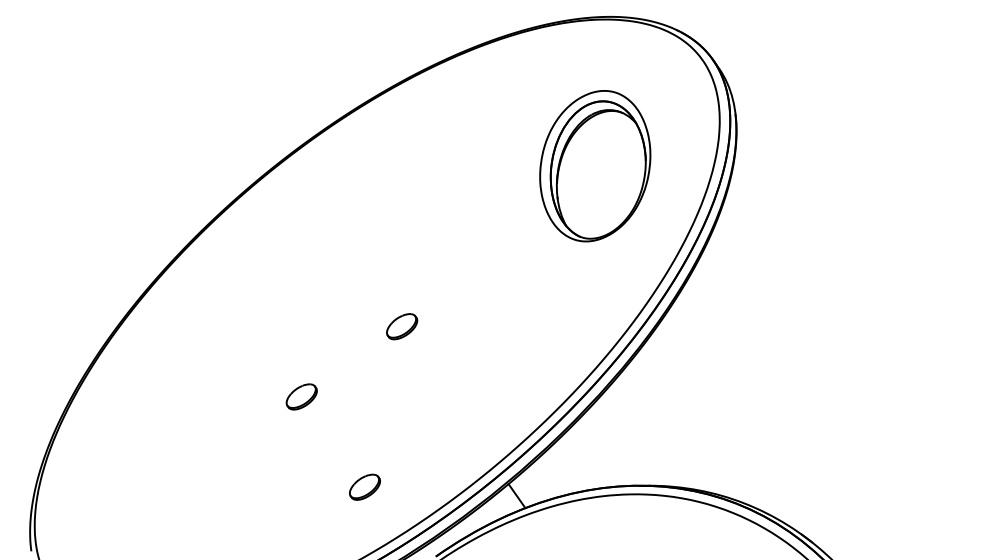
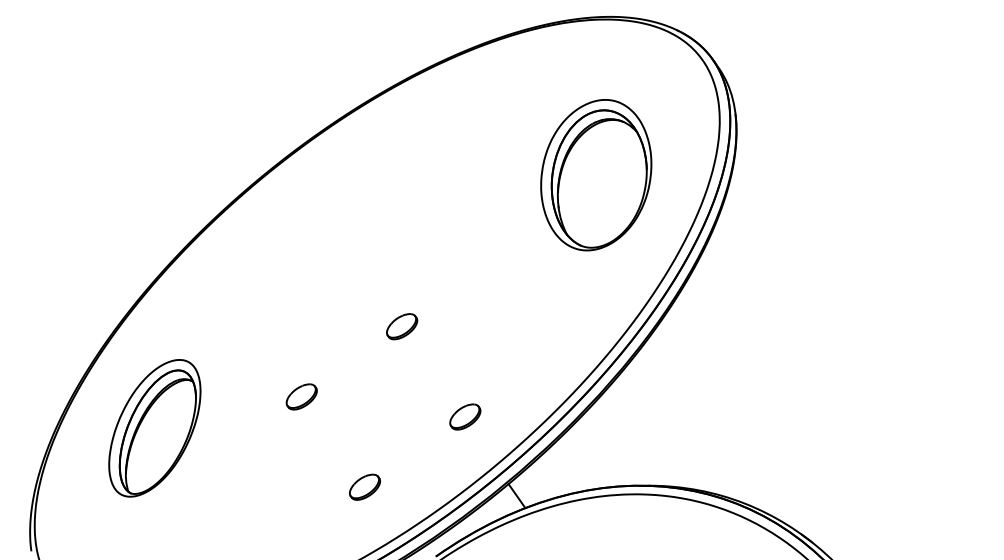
part at (595, 166) position: (595, 166) -> (596, 175)
part at (465, 416): none -> present
part at (154, 428): none -> present
